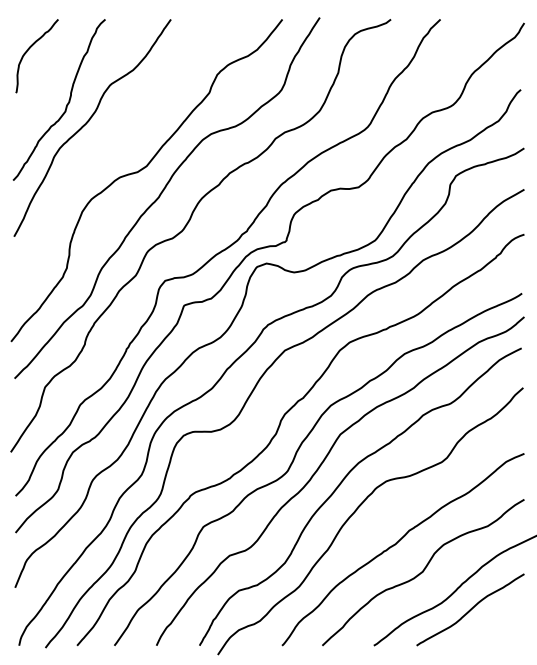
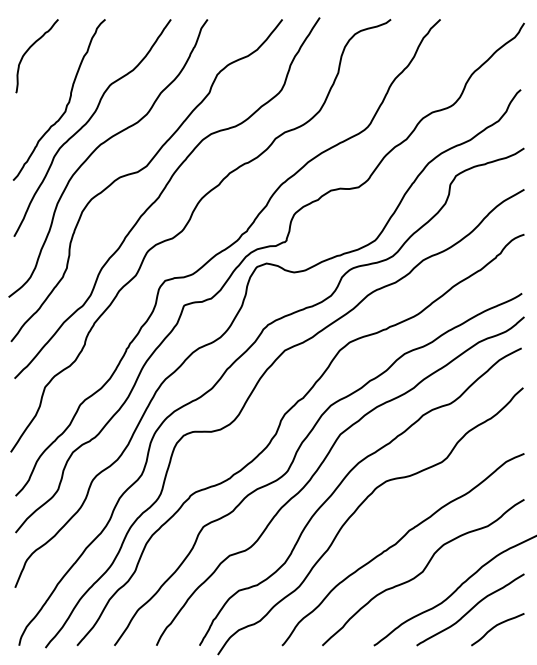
curve at (99, 147): none -> present
curve at (495, 627): none -> present
